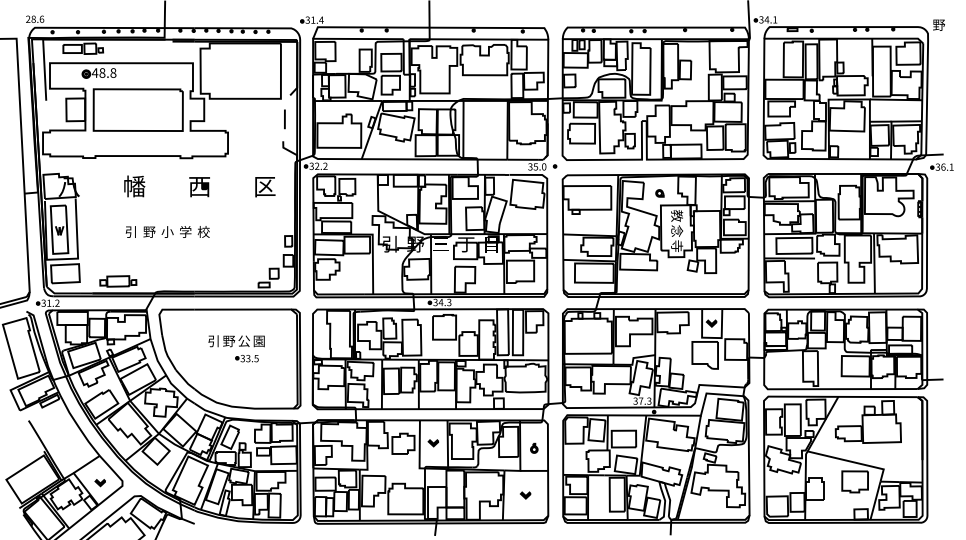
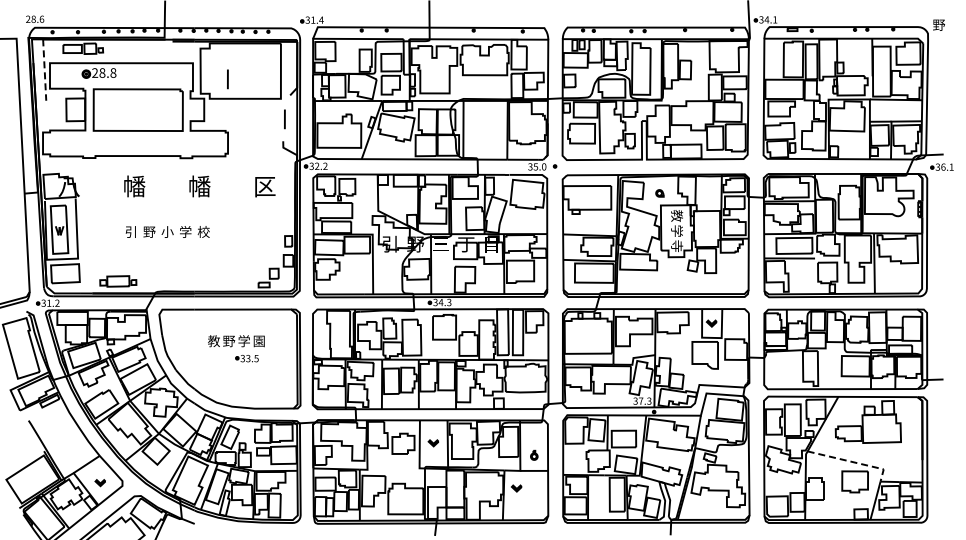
line at (44, 69): solid -> dashed
text at (94, 72): 48.8 -> 28.8
line at (227, 79): none -> present
text at (199, 186): 西 -> 幡
text at (677, 230): 念 -> 学
text at (213, 341): 引 -> 教
text at (243, 341): 公 -> 学
part at (534, 447) position: (534, 447) -> (534, 454)
line at (852, 462): solid -> dashed
part at (525, 495) position: (525, 495) -> (516, 488)
